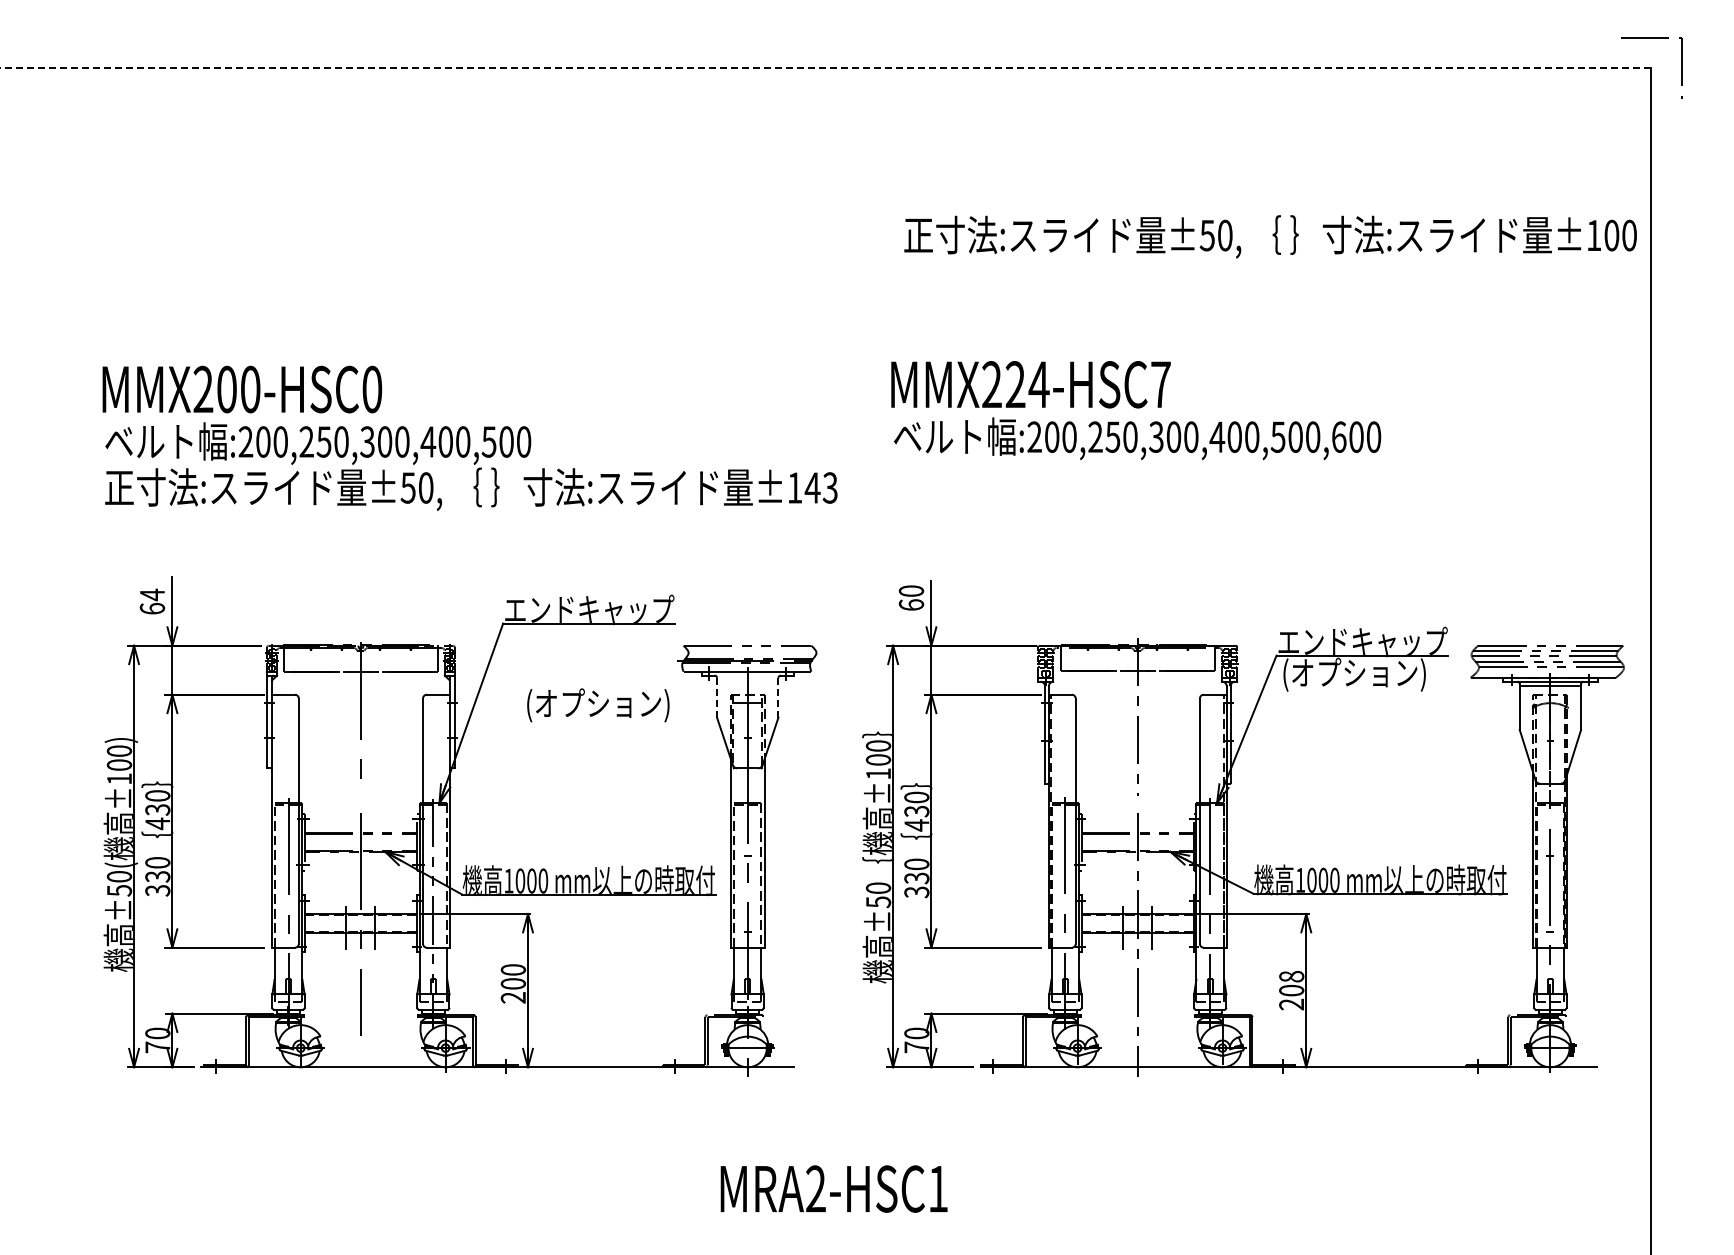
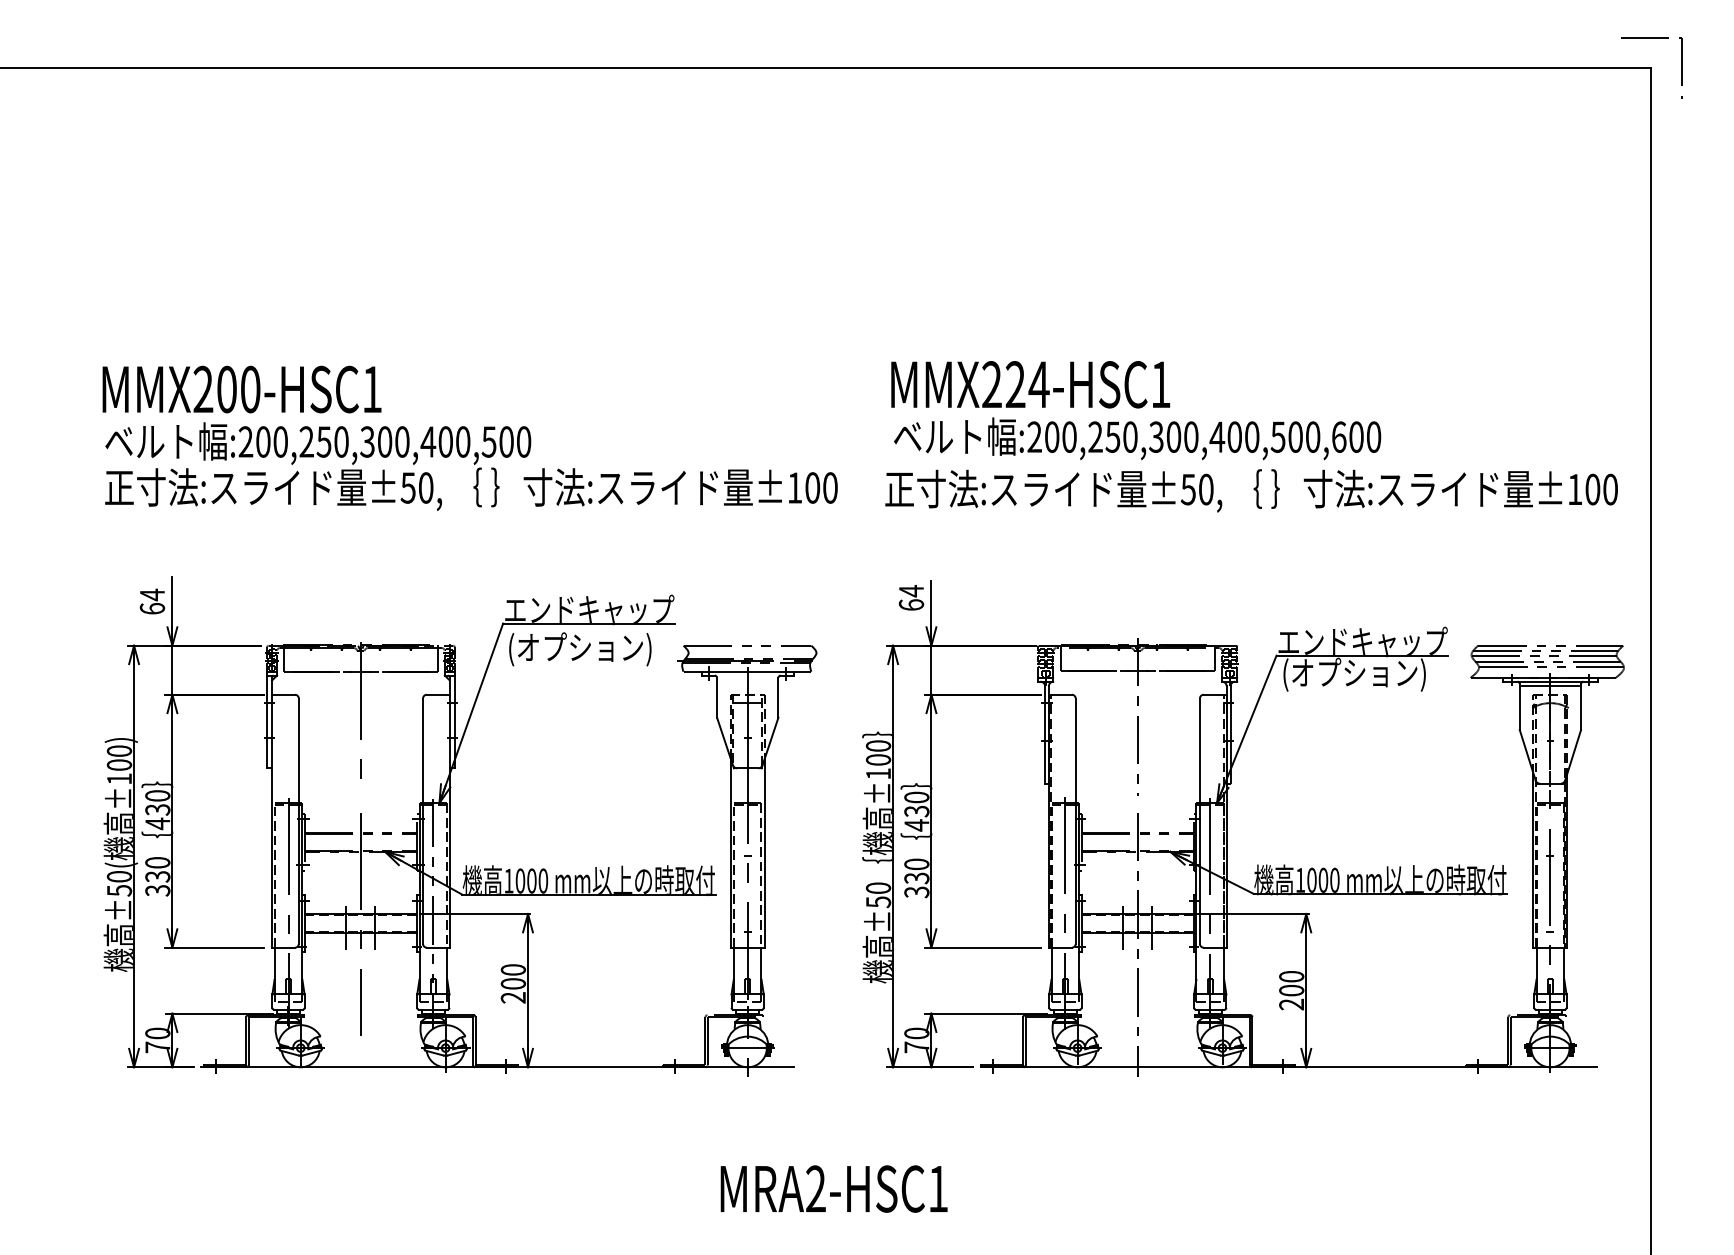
line at (825, 68): dashed -> solid
text at (1270, 236) position: (1270, 236) -> (1251, 490)
text at (1160, 384): MMX224-HSC7 -> MMX224-HSC1
text at (372, 389): MMX200-HSC0 -> MMX200-HSC1
text at (820, 487): ±143 -> ±100
text at (911, 591): 60 -> 64
line at (778, 697): dashed -> solid
line at (717, 698): dashed -> solid
text at (598, 705) position: (598, 705) -> (580, 649)
text at (1292, 976): 208 -> 200
